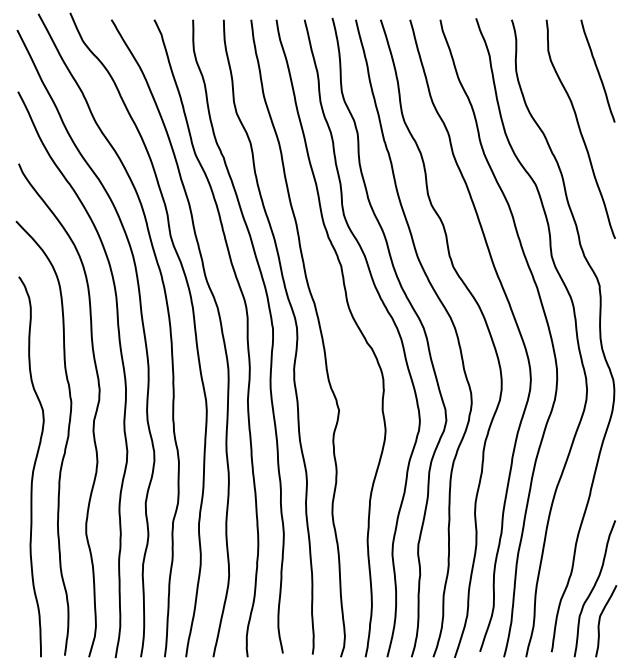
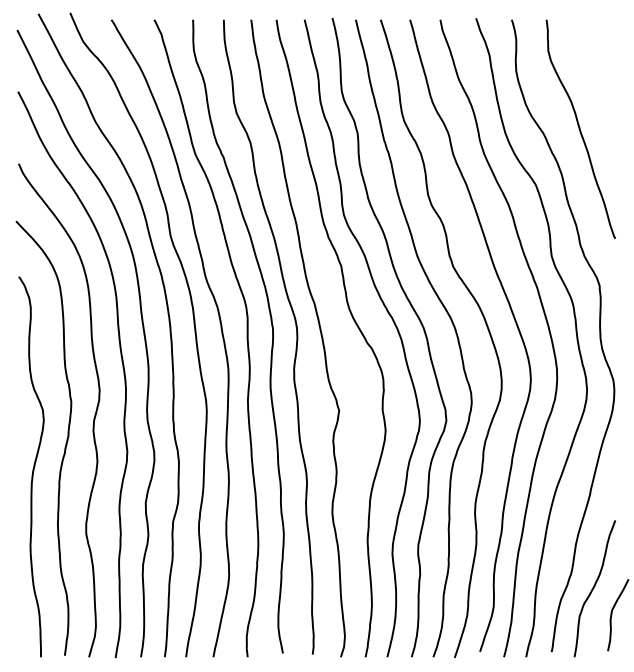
line at (597, 70): present -> none
curve at (600, 621) position: (600, 621) -> (612, 615)
